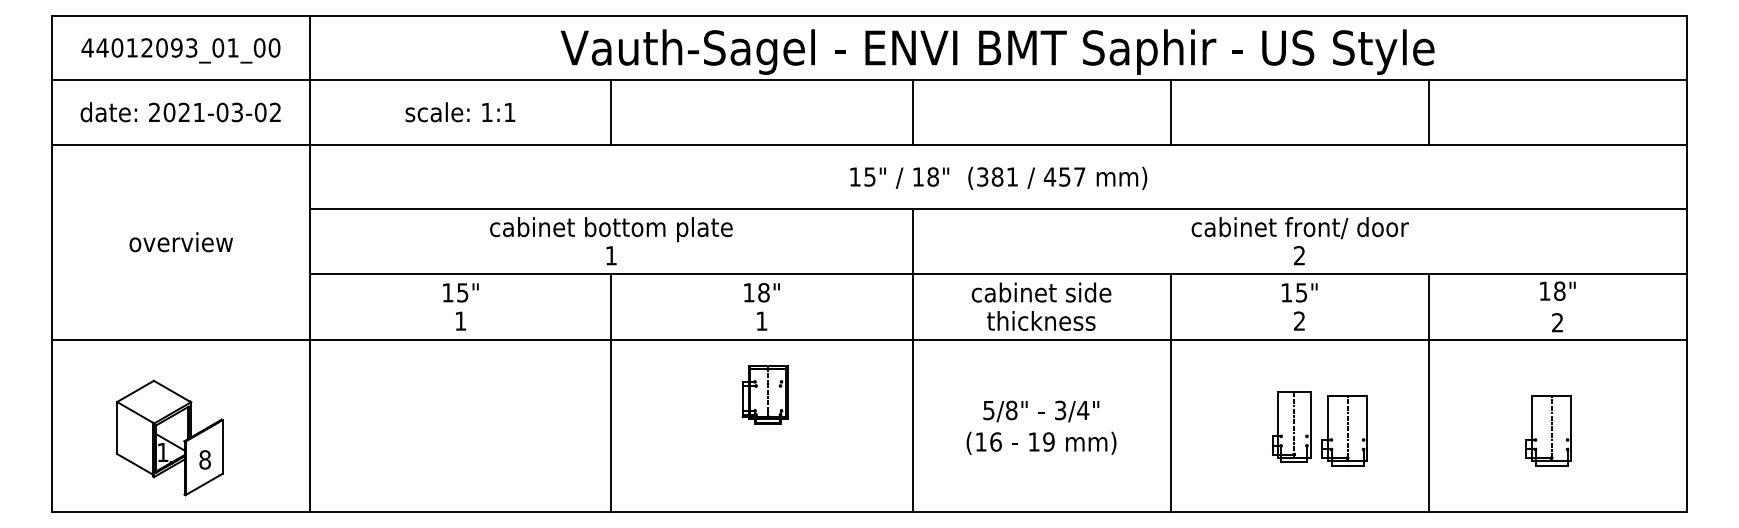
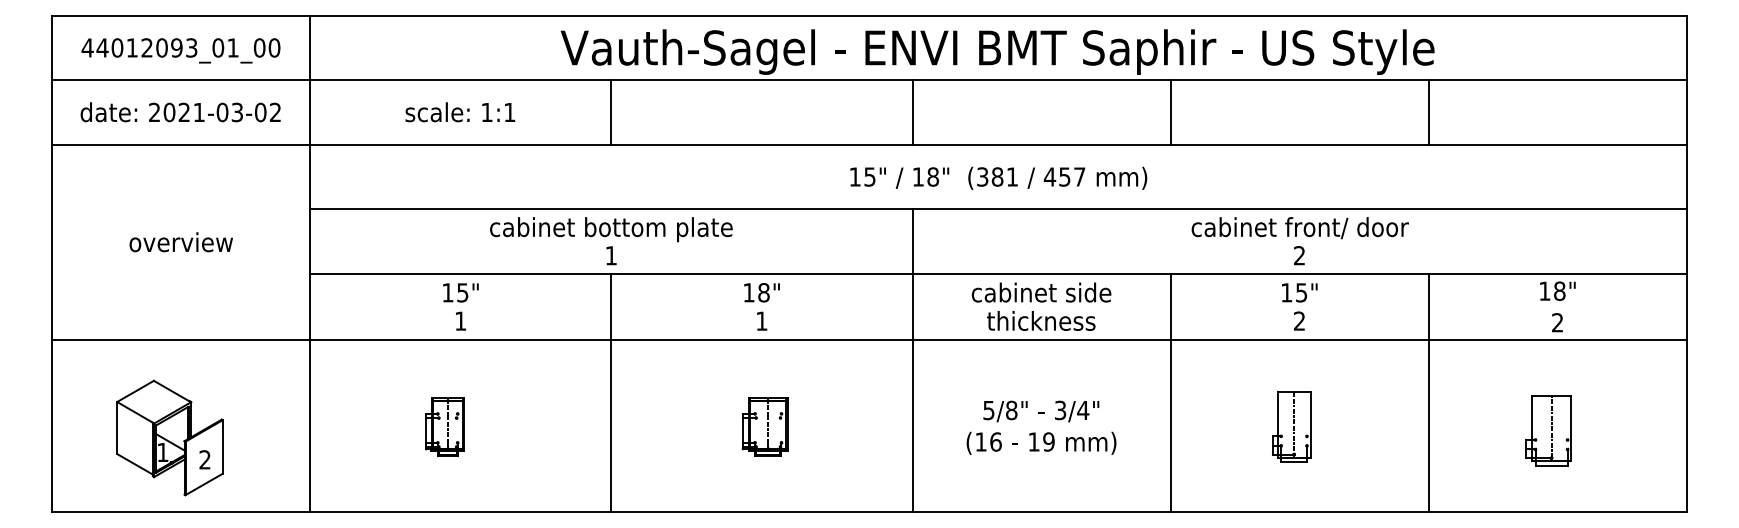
part at (764, 394) position: (764, 394) -> (764, 426)
part at (444, 426): none -> present
part at (1344, 430): present -> none
text at (204, 459): 8 -> 2
